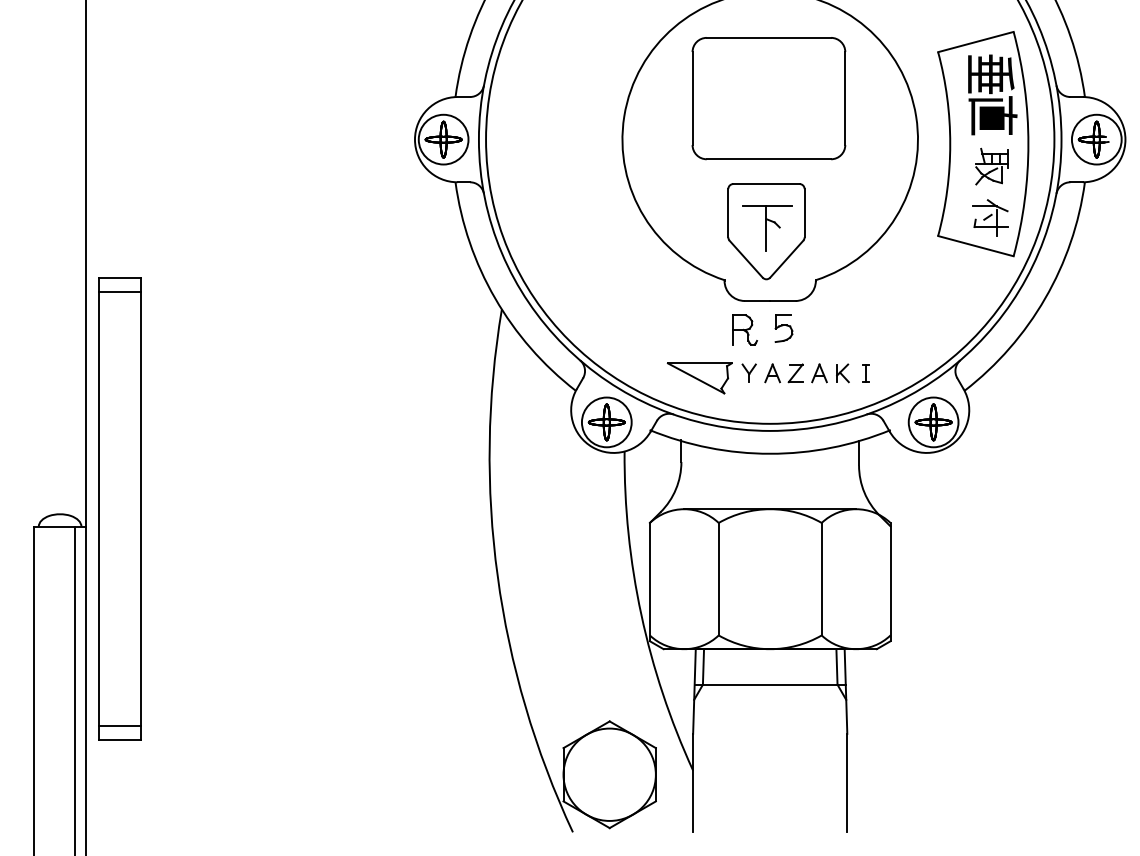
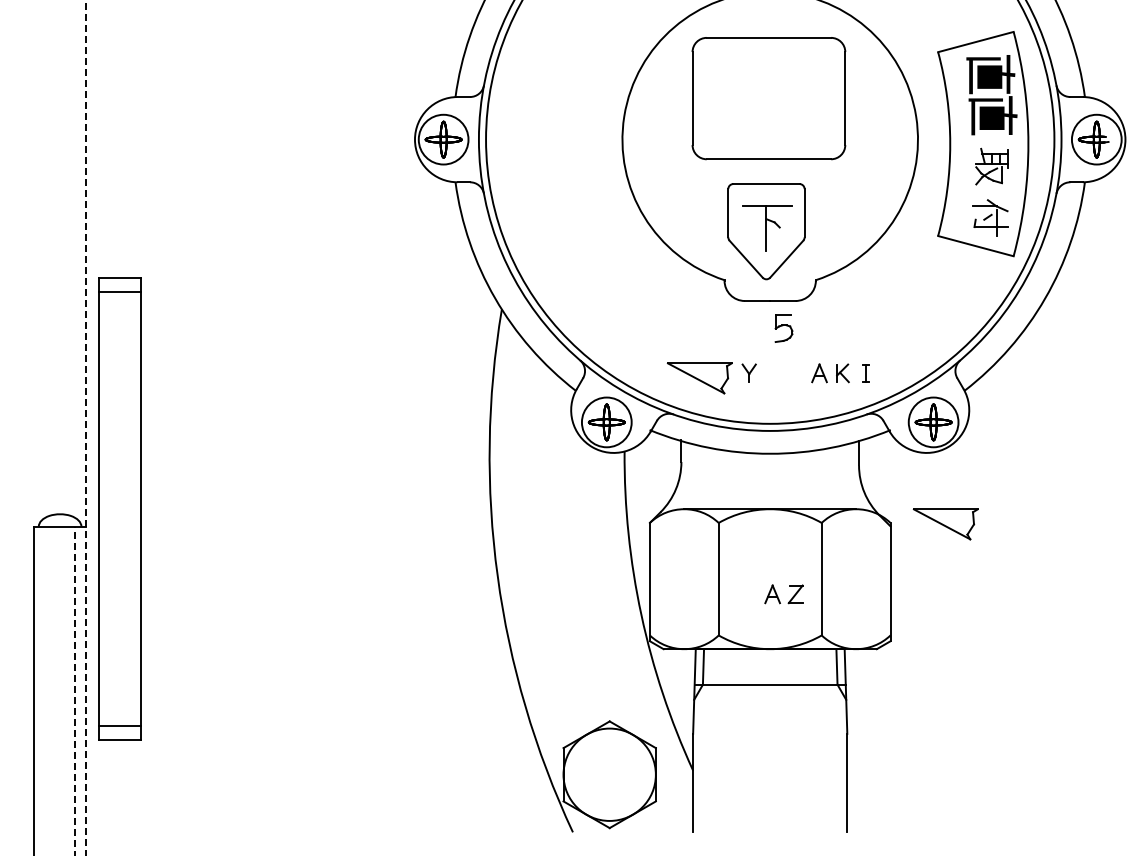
text at (990, 74): 垂 -> 直
part at (745, 329): present -> none
part at (783, 373) position: (783, 373) -> (783, 594)
line at (86, 427): solid -> dashed
part at (945, 524): none -> present
line at (75, 690): solid -> dashed
